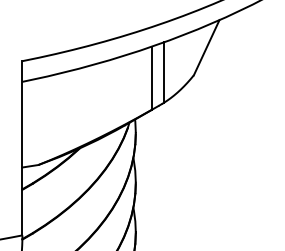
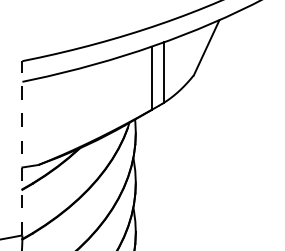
line at (22, 147): solid -> dashed
